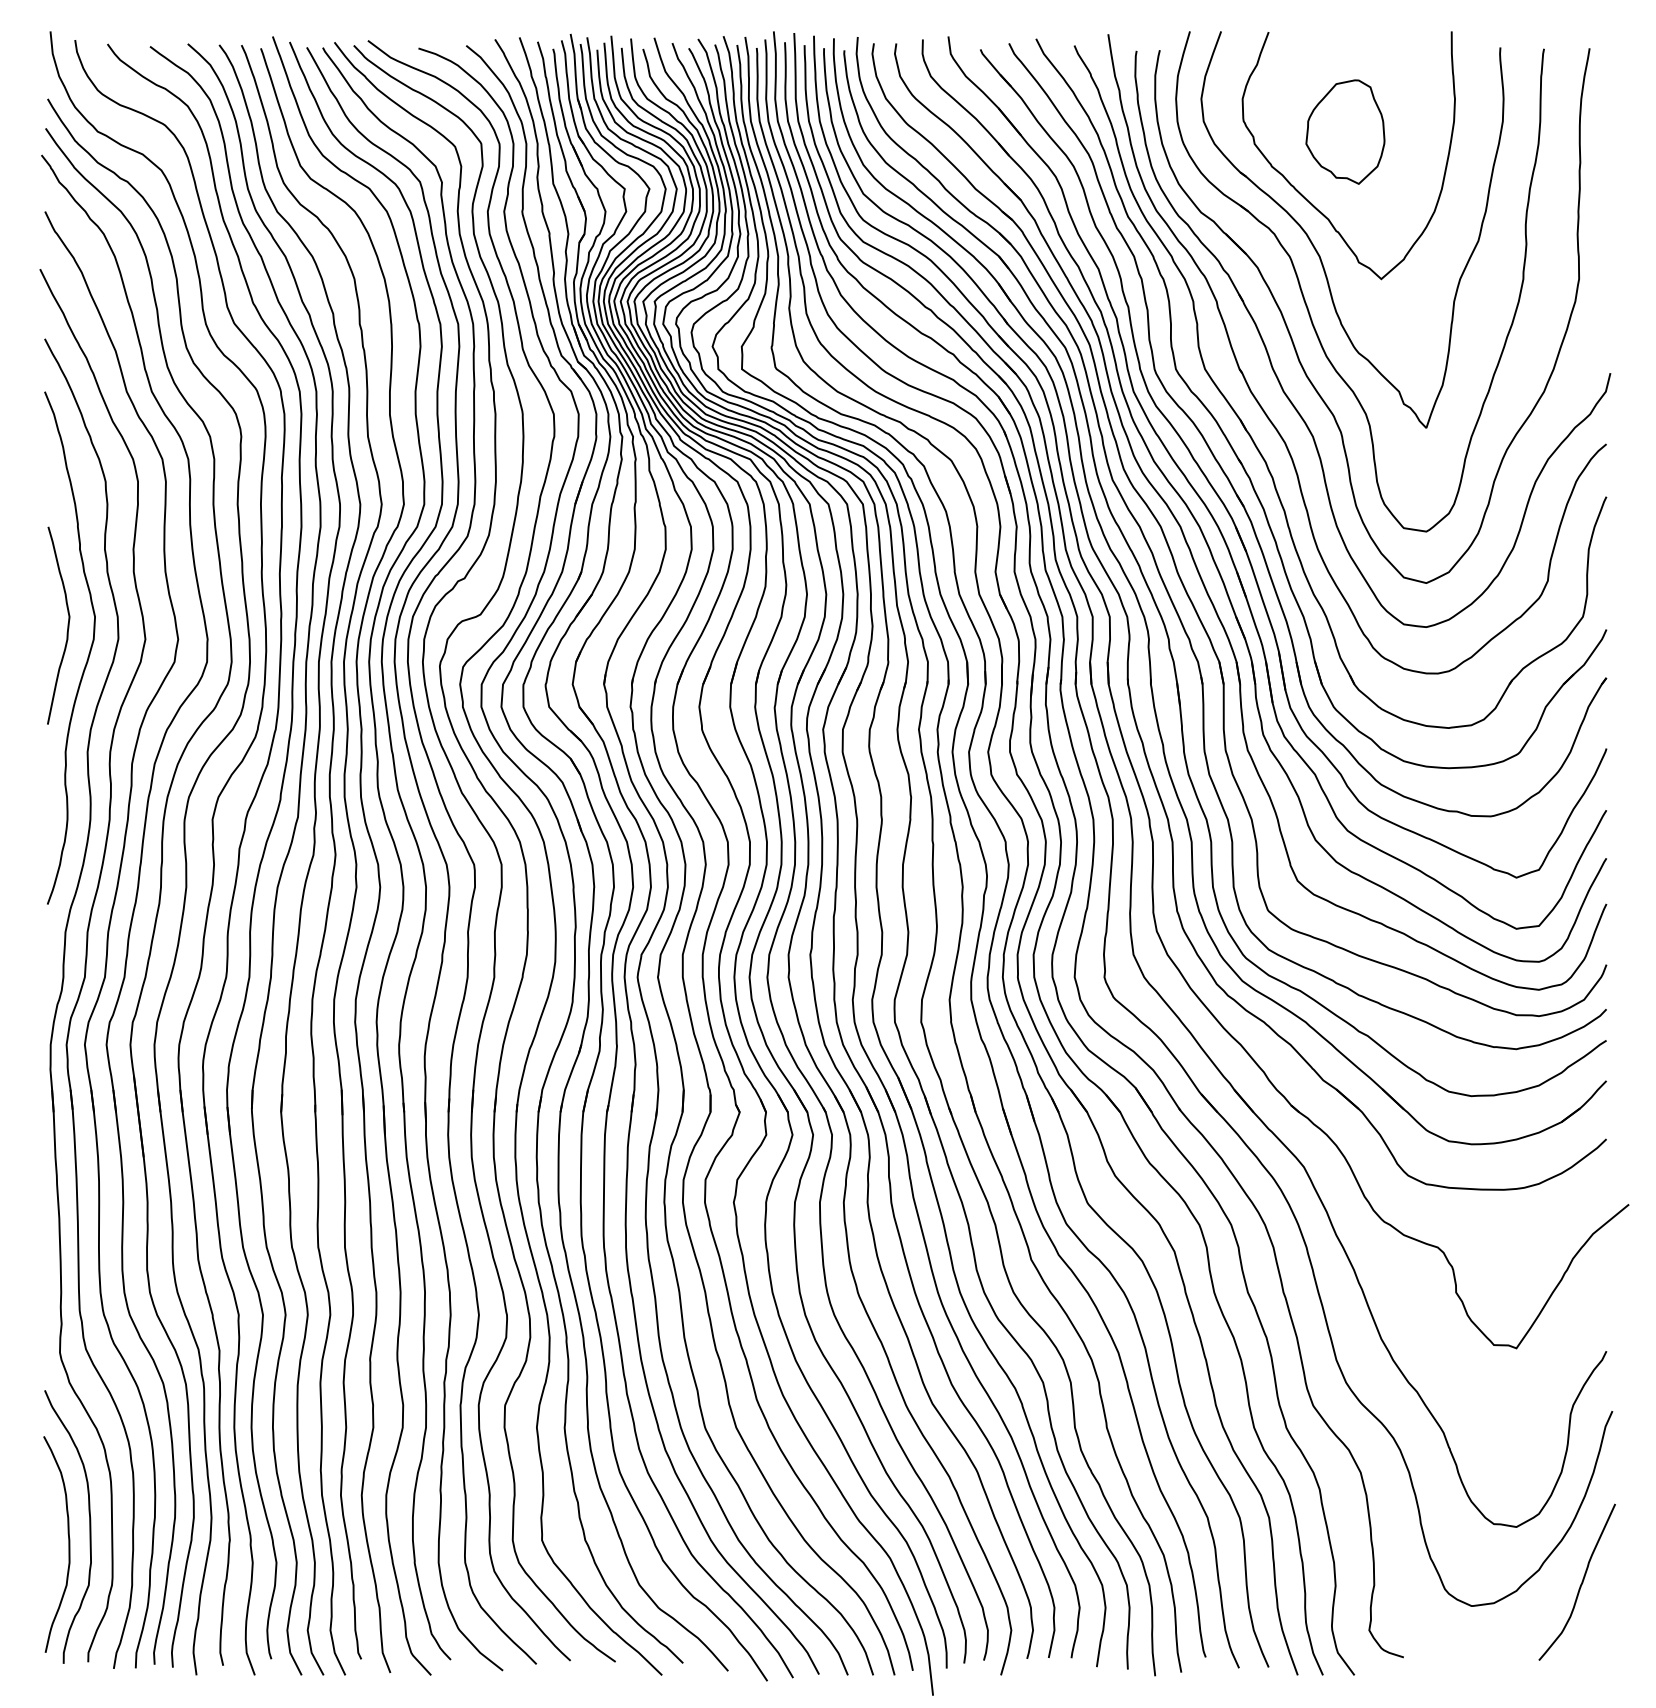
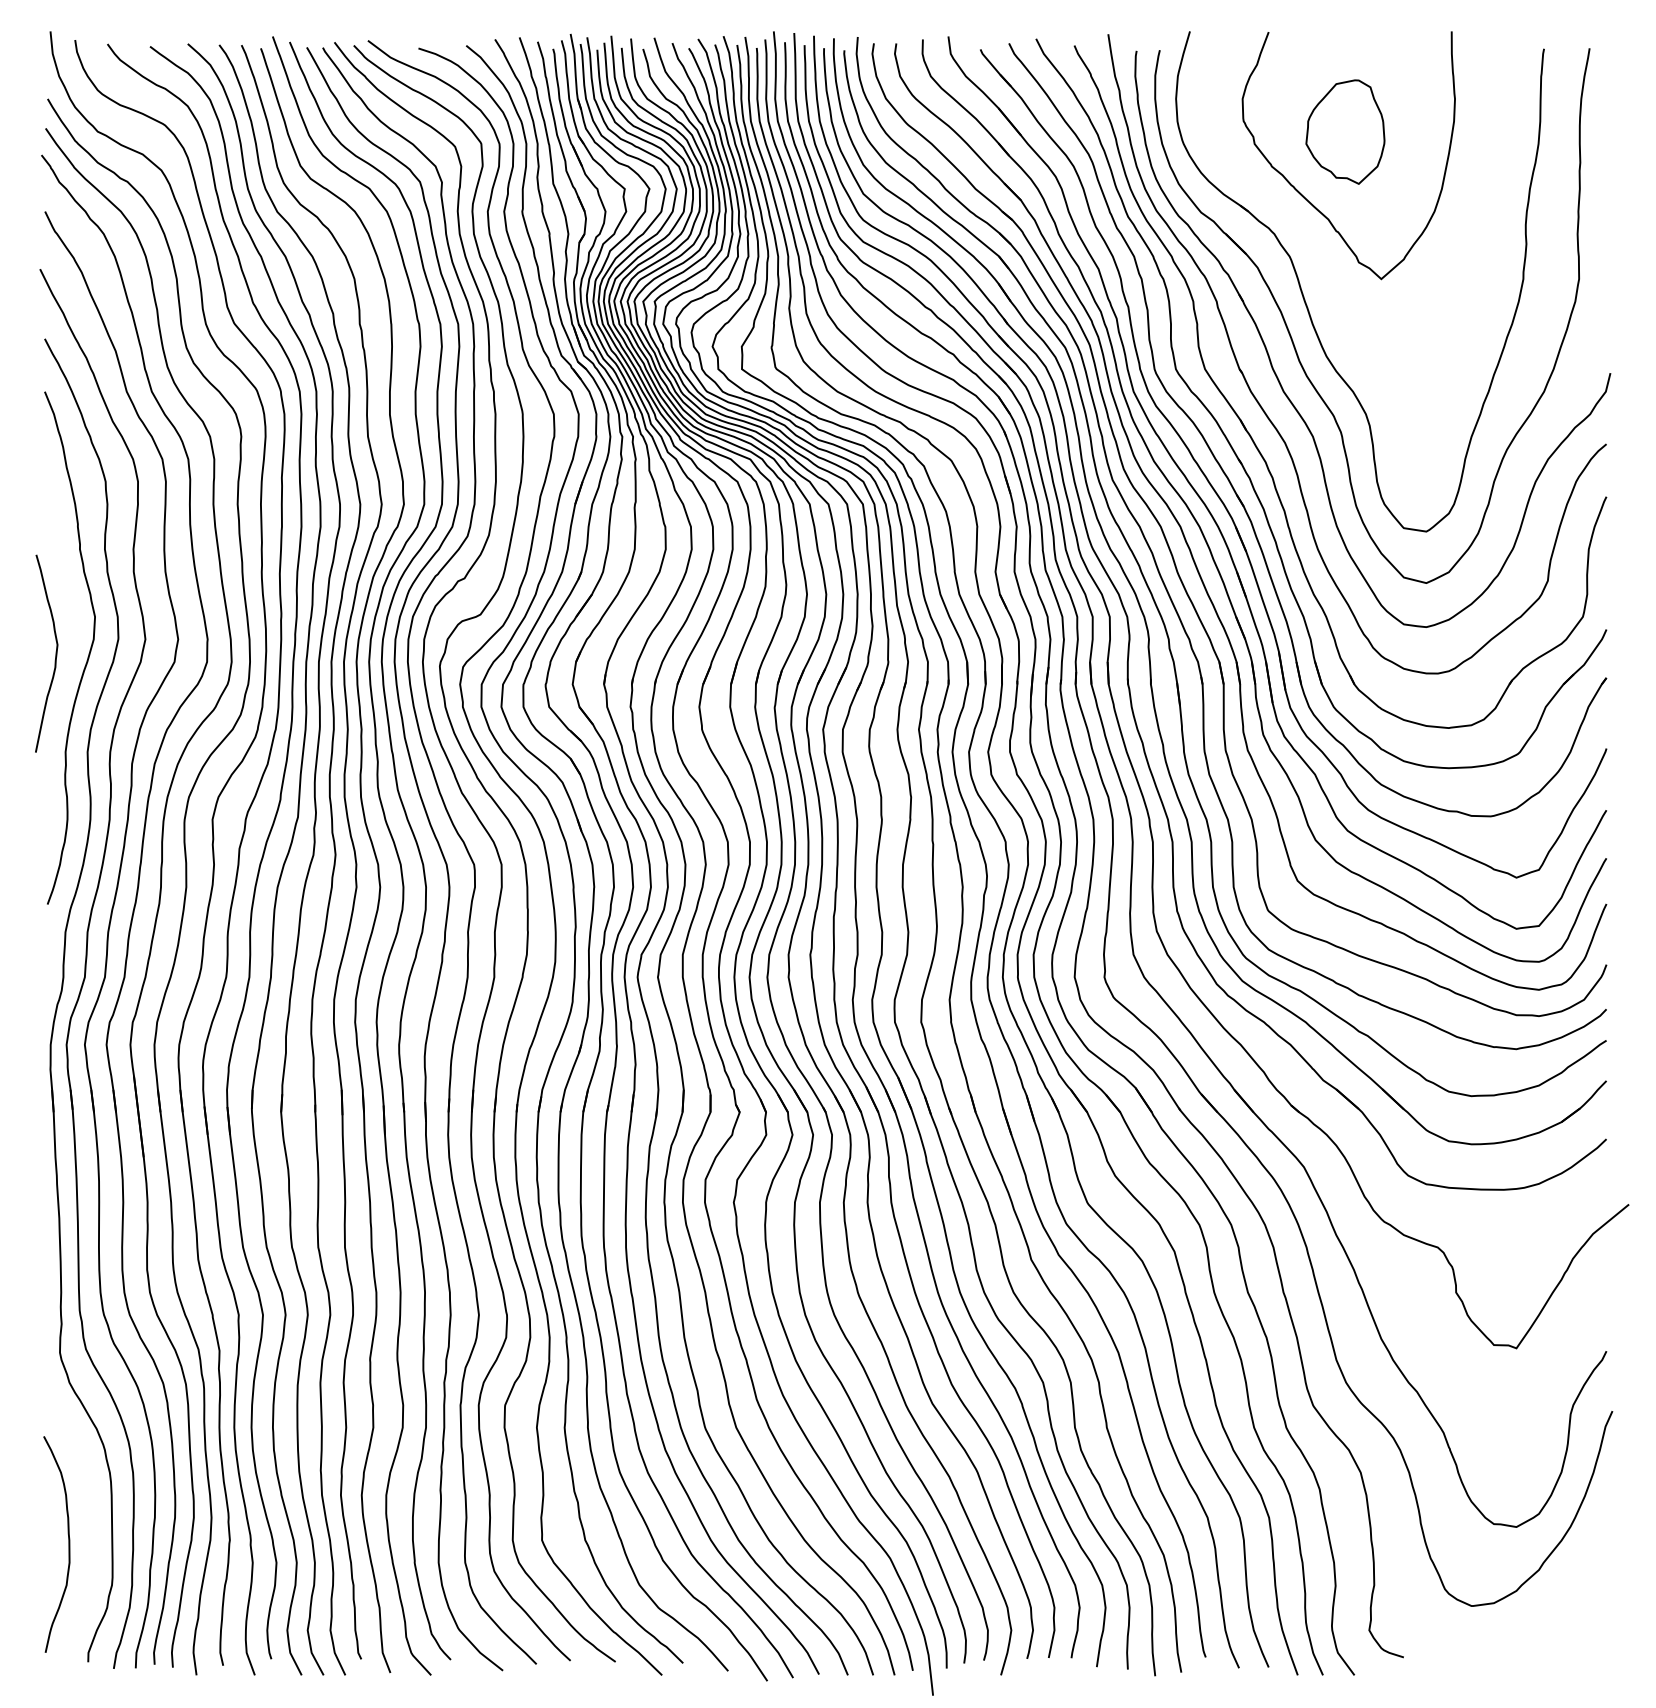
part at (1317, 250): present -> none
curve at (67, 625) position: (67, 625) -> (55, 653)
curve at (89, 1526): present -> none
curve at (1581, 1581): present -> none
